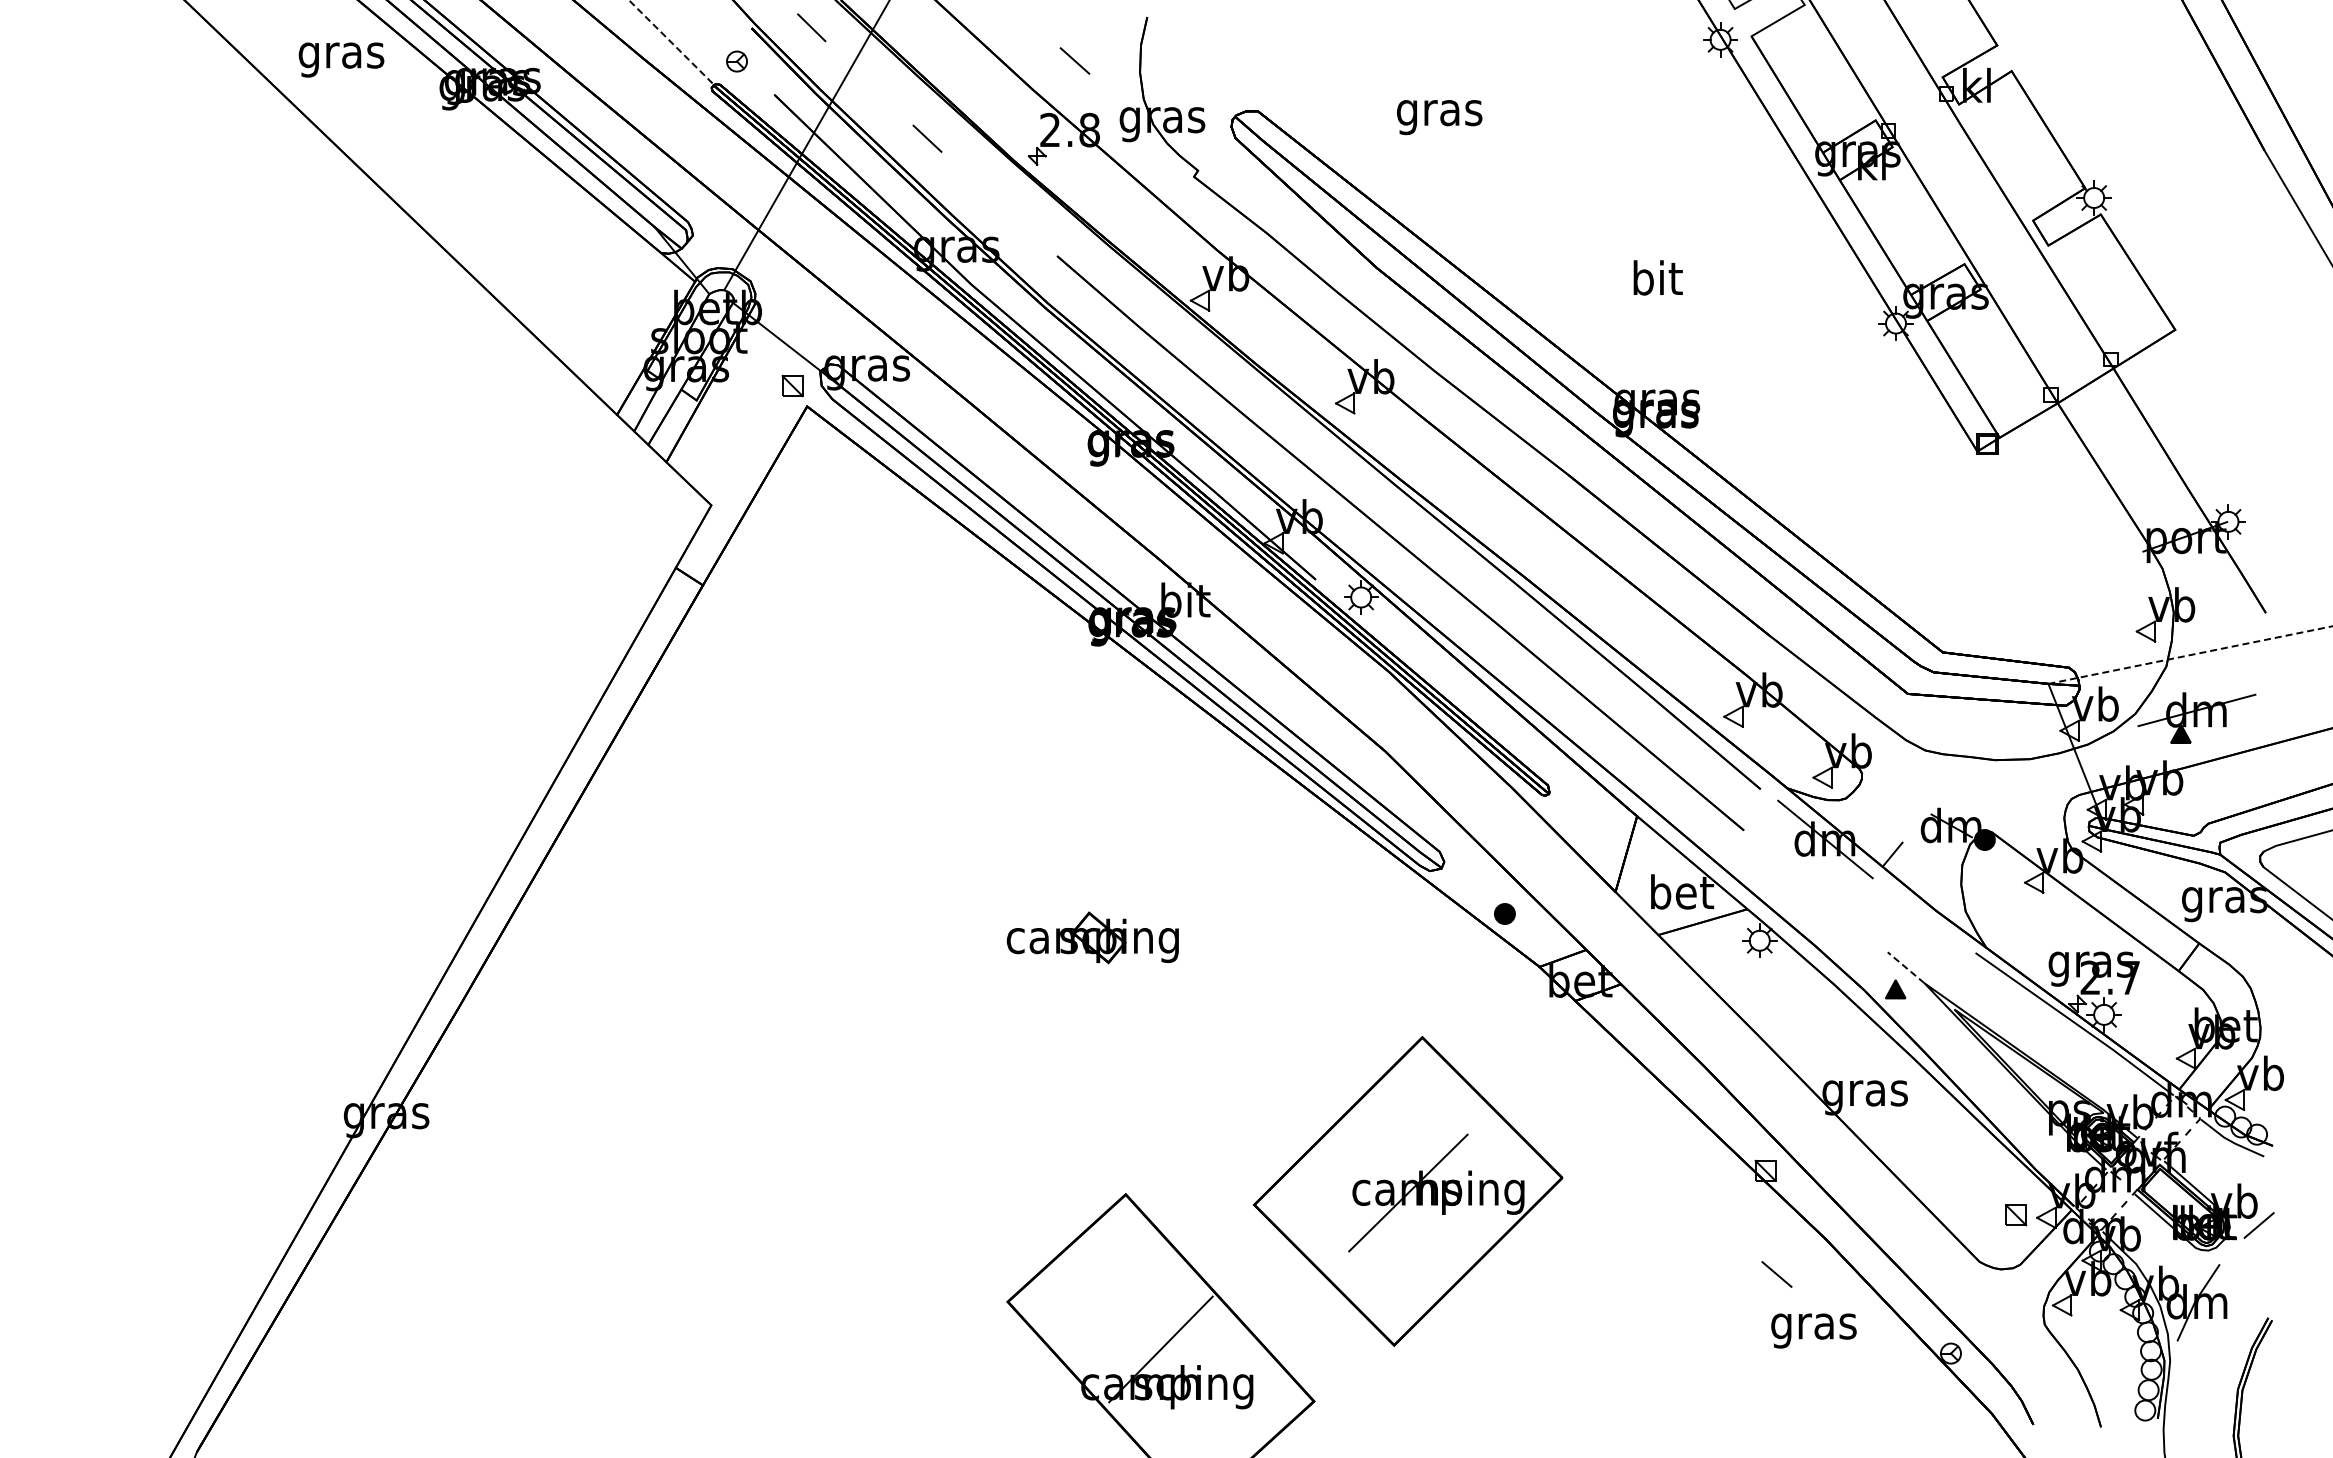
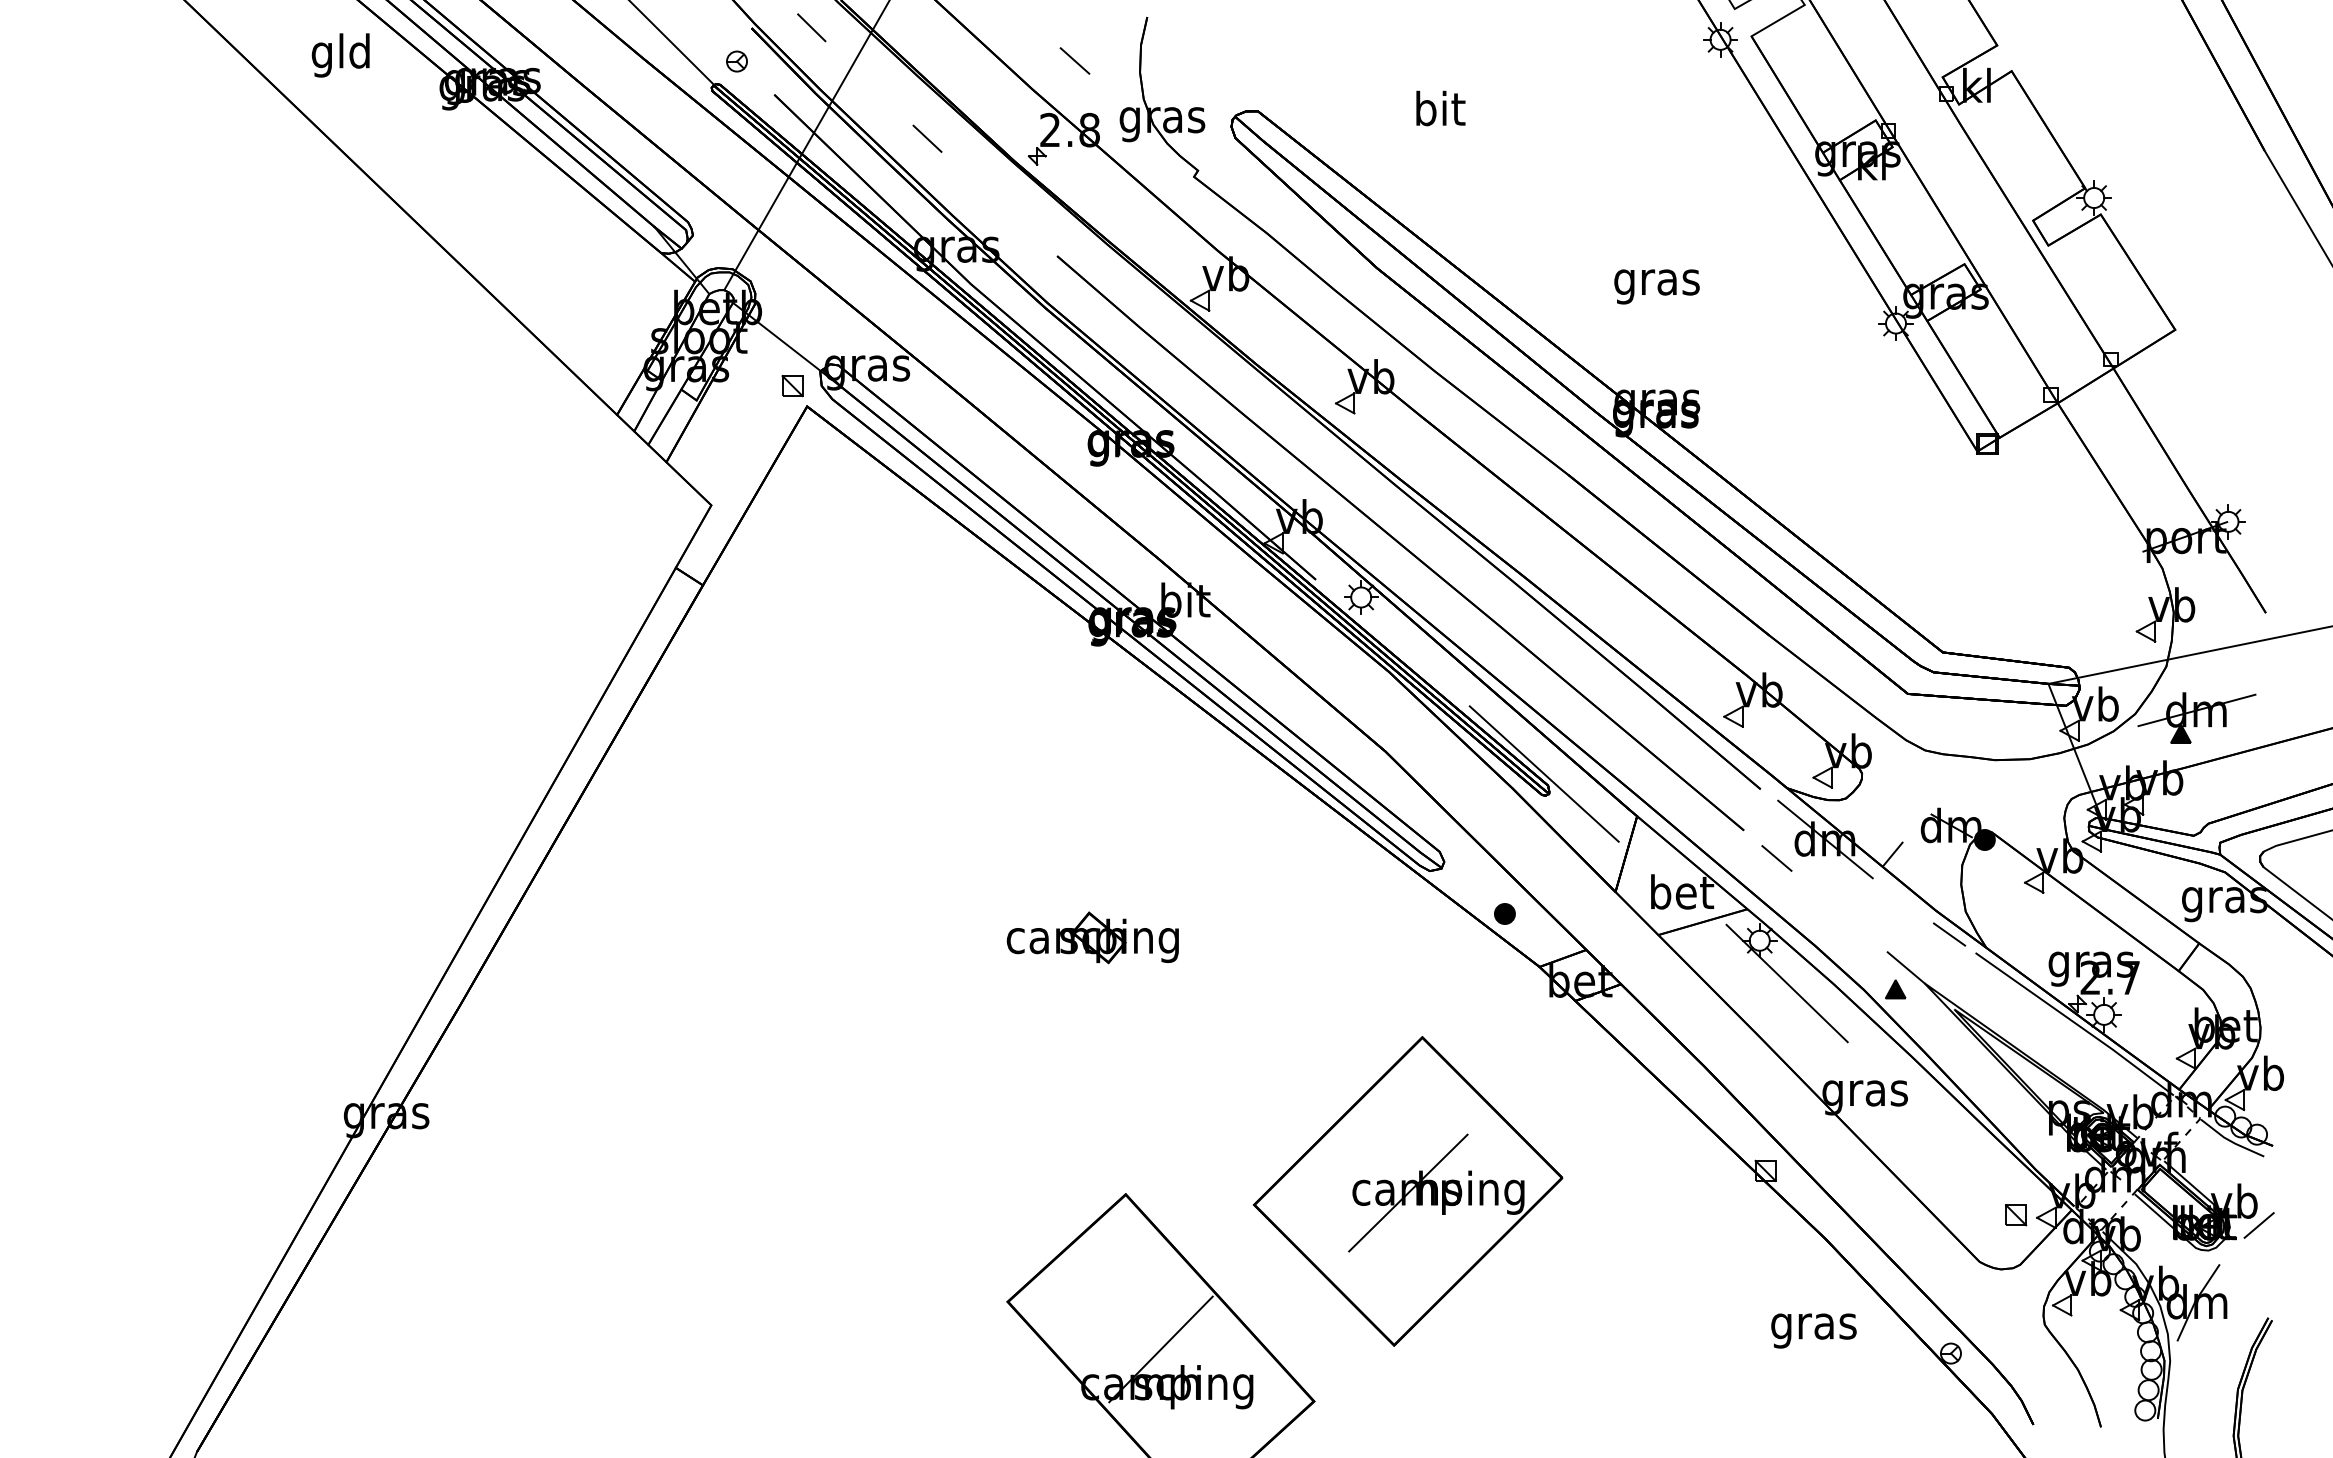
line at (674, 45): dashed -> solid
text at (341, 55): gras -> gld
text at (1439, 112): gras -> bit
text at (1656, 282): bit -> gras
line at (2190, 655): dashed -> solid
line at (1543, 773): none -> present
line at (1949, 934): none -> present
line at (1906, 967): dashed -> solid
line at (1786, 983): none -> present
line at (1776, 1274) position: (1776, 1274) -> (1776, 858)
